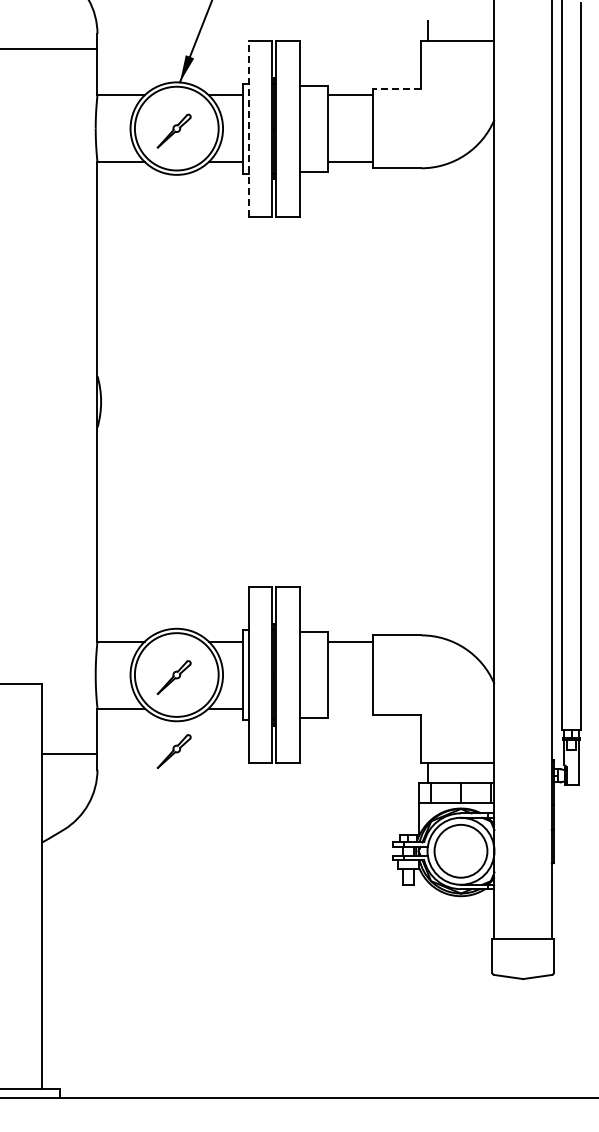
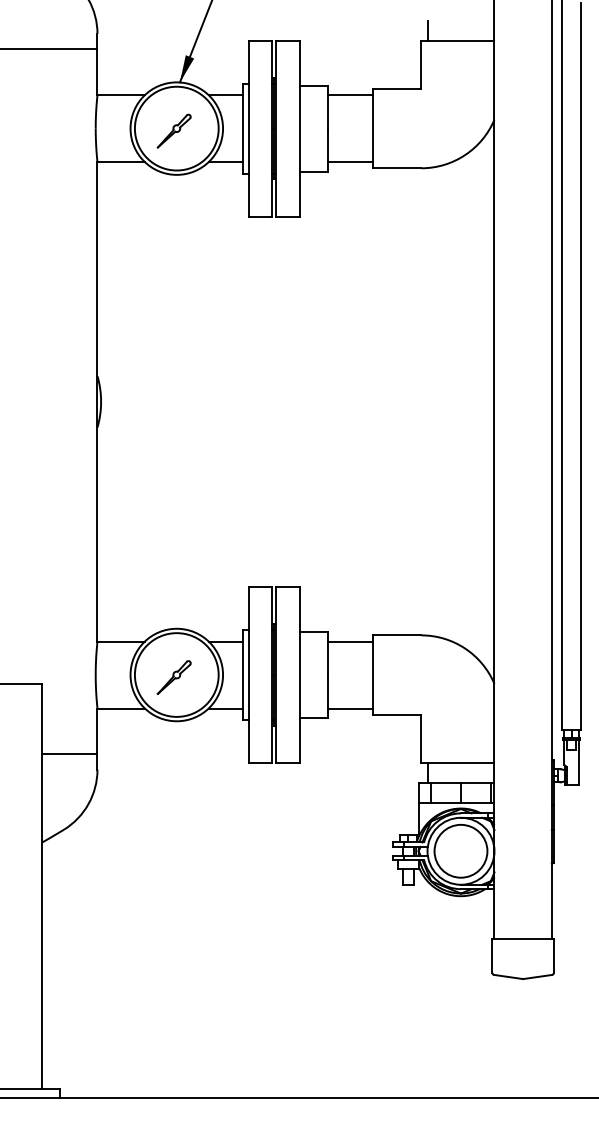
line at (396, 88): dashed -> solid
line at (249, 128): dashed -> solid
line at (349, 708): none -> present
part at (173, 751): present -> none
